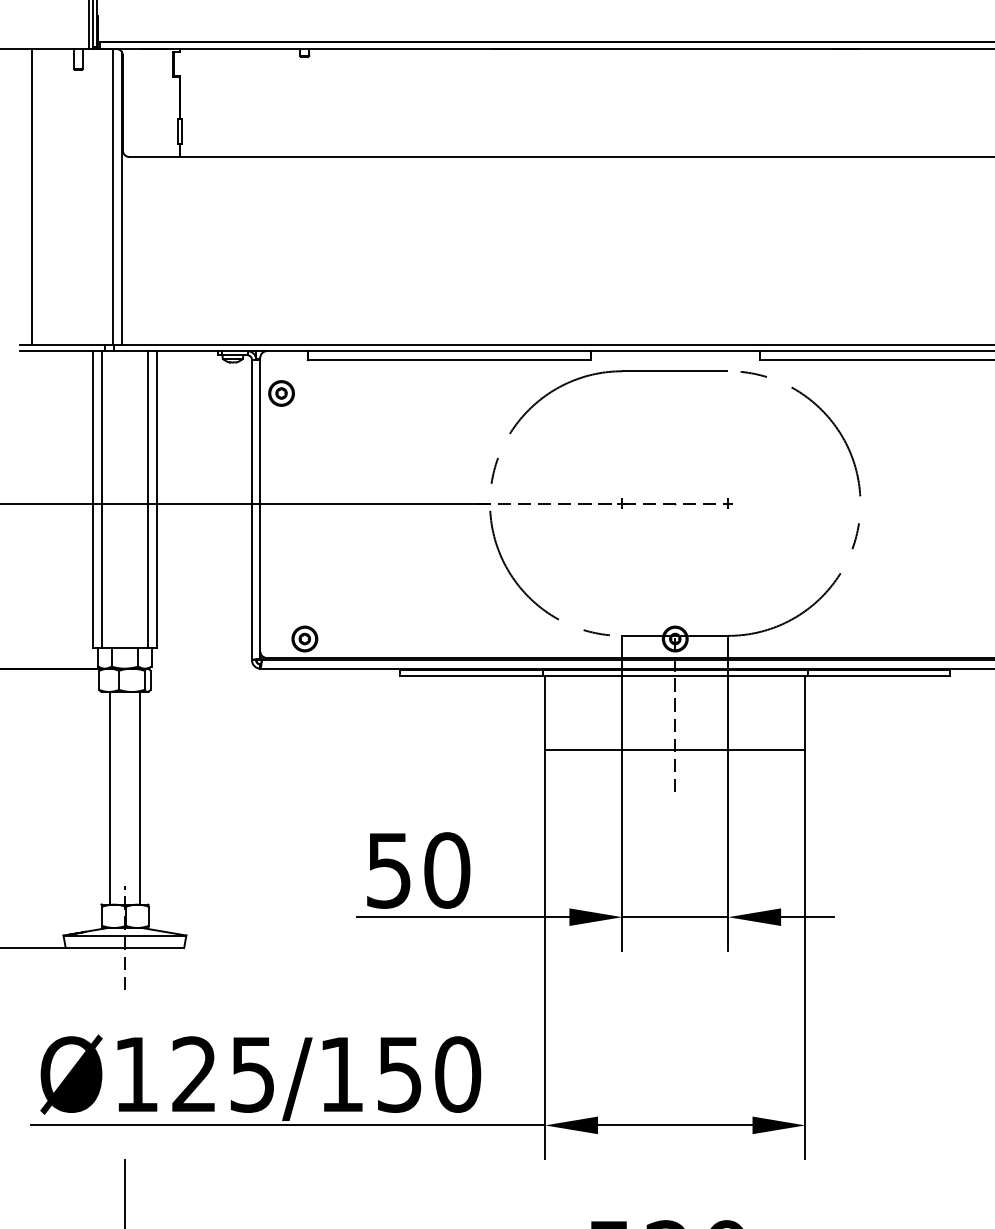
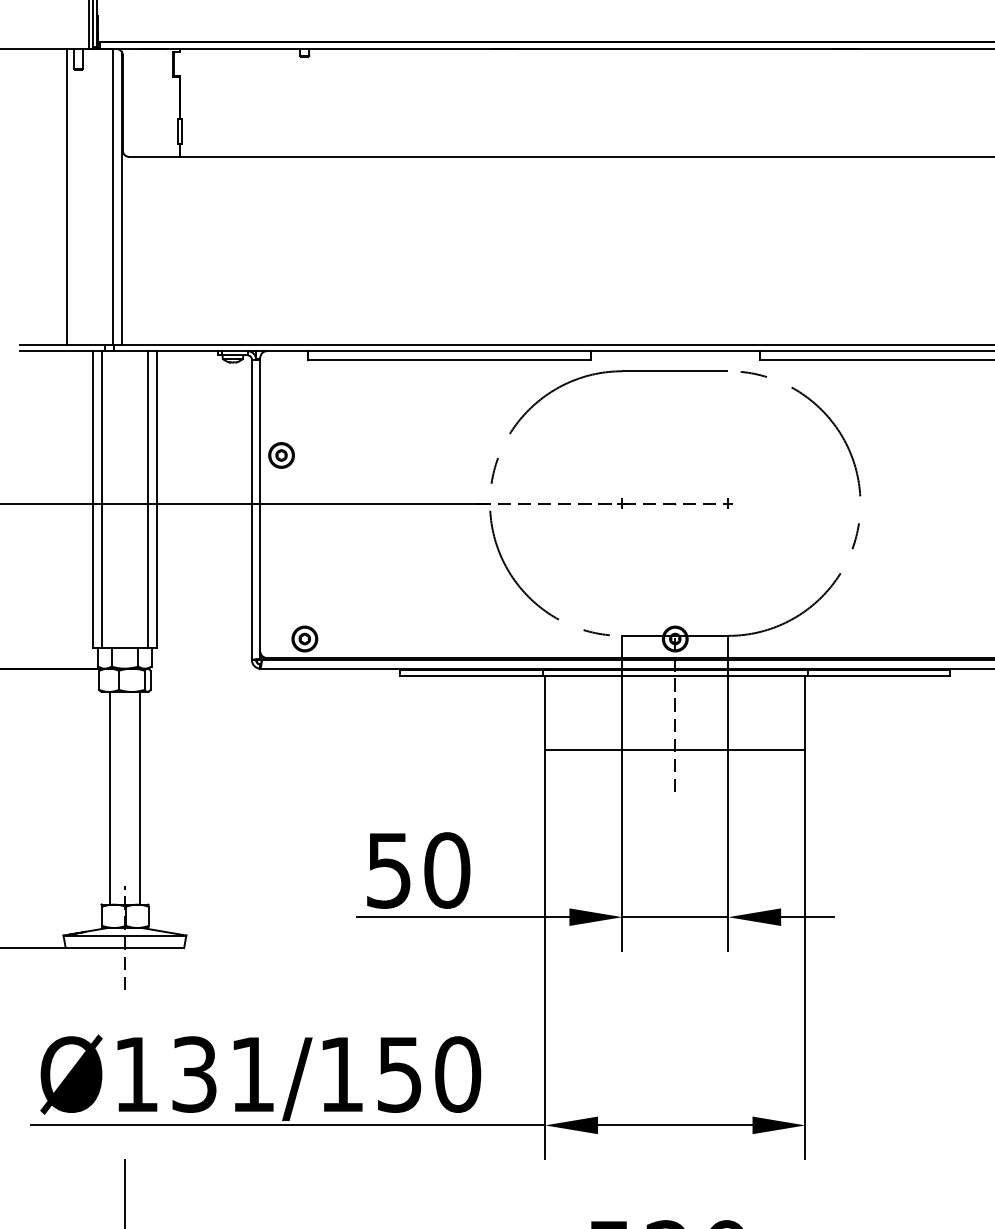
line at (32, 196) position: (32, 196) -> (67, 196)
part at (281, 393) position: (281, 393) -> (281, 455)
text at (222, 1074): Ø125/150 -> Ø131/150
